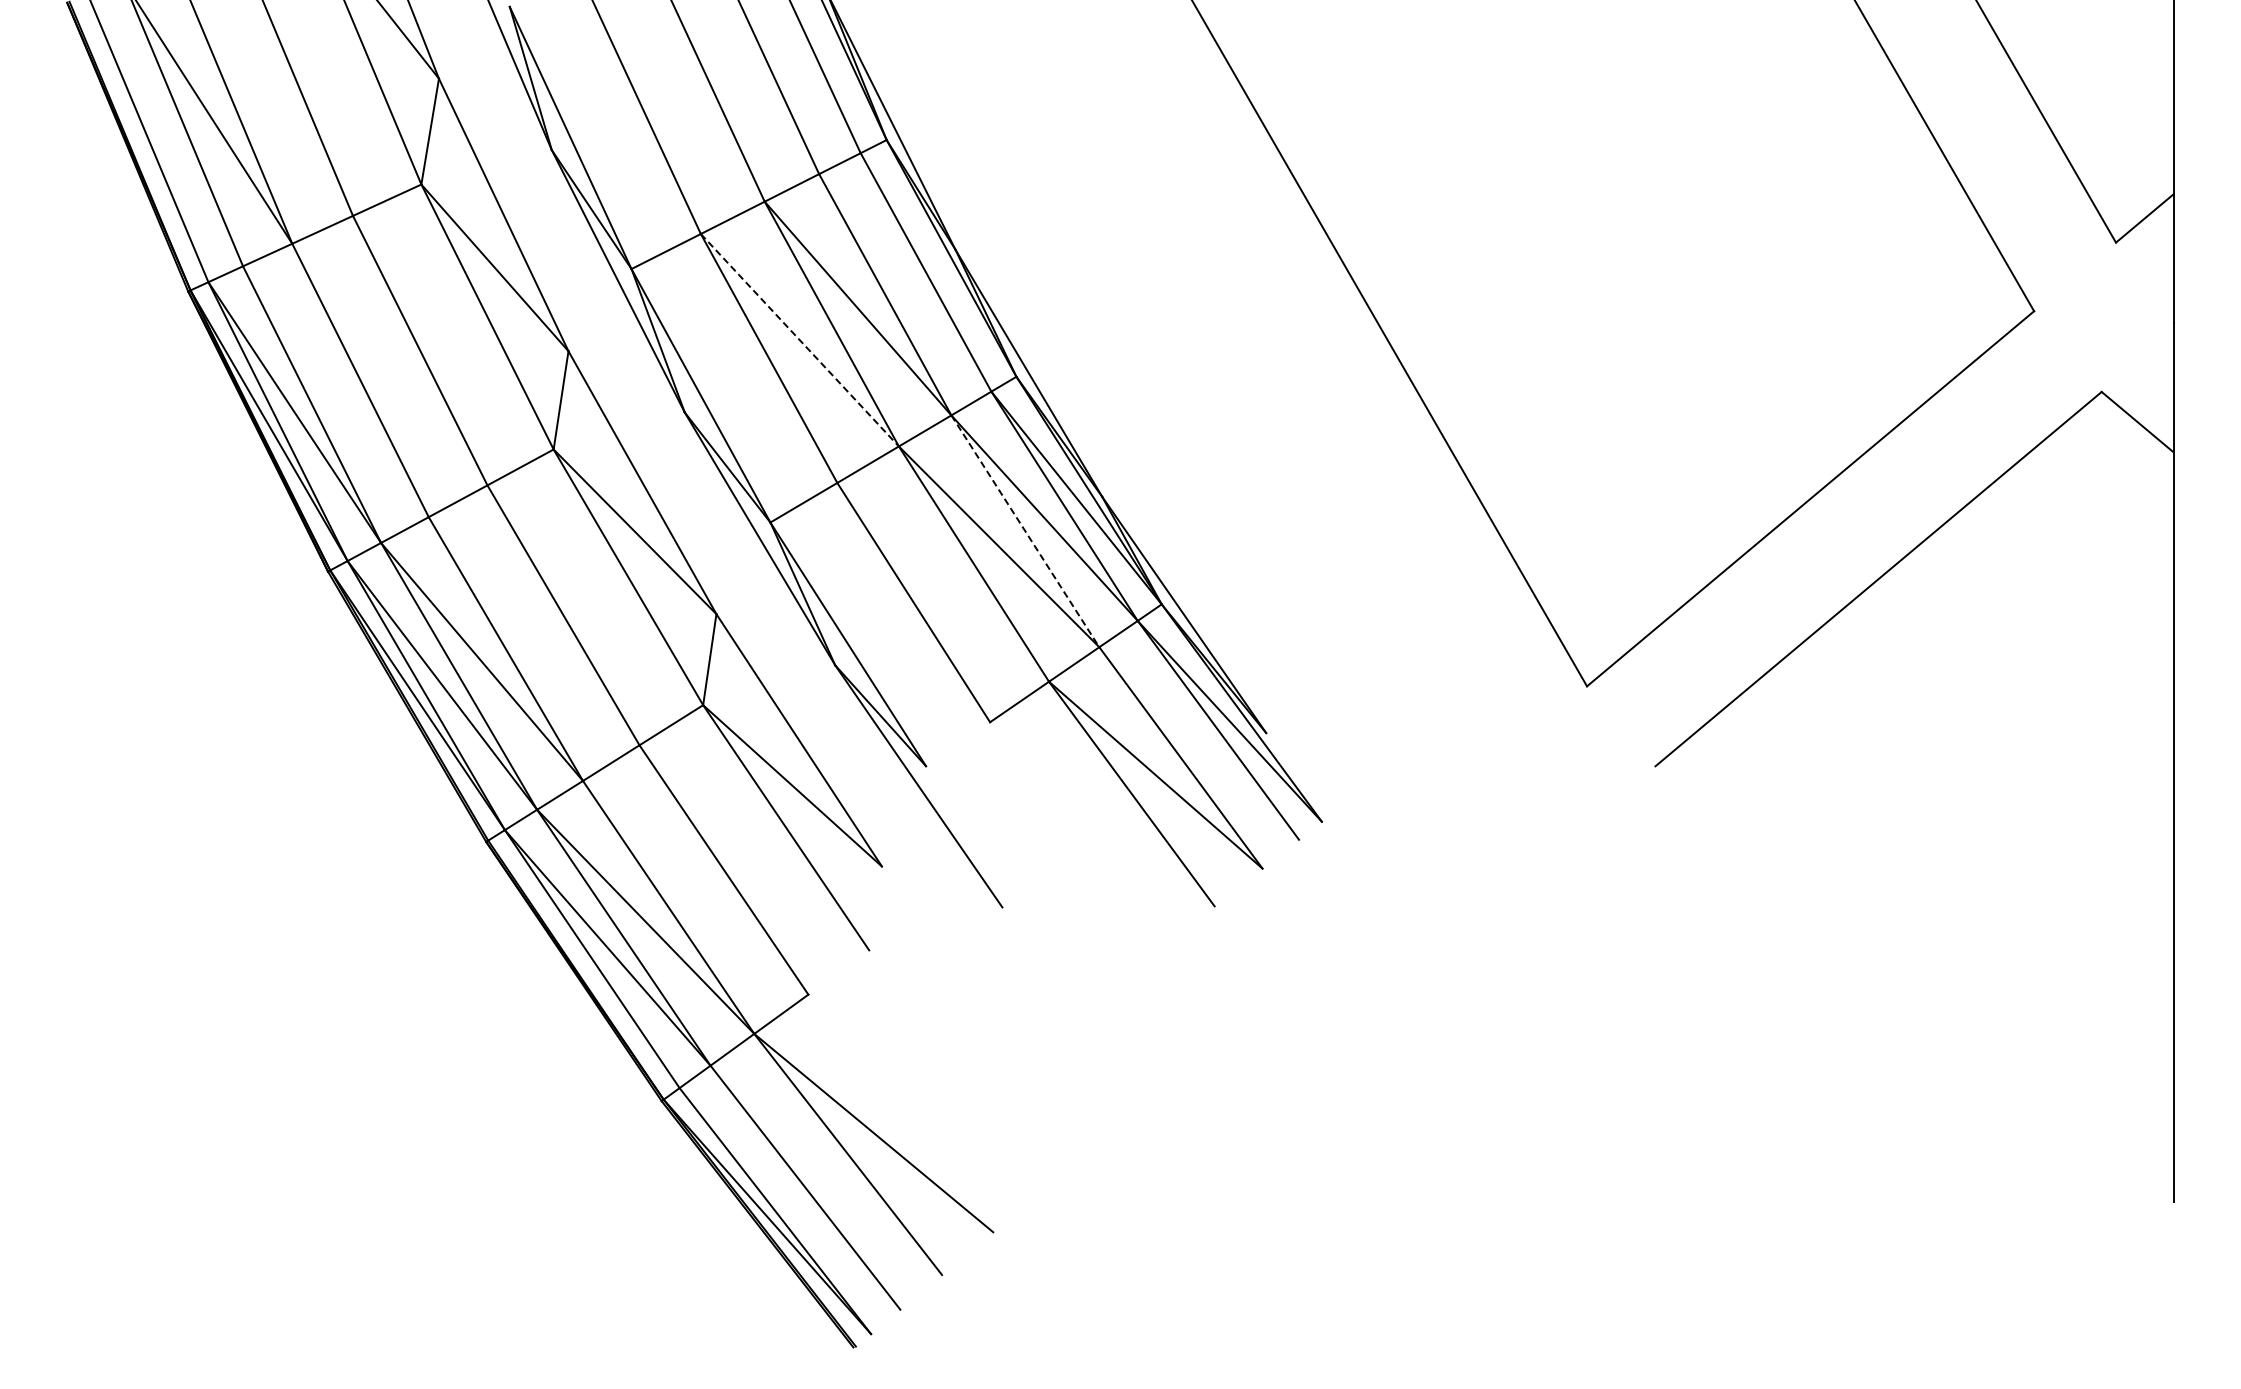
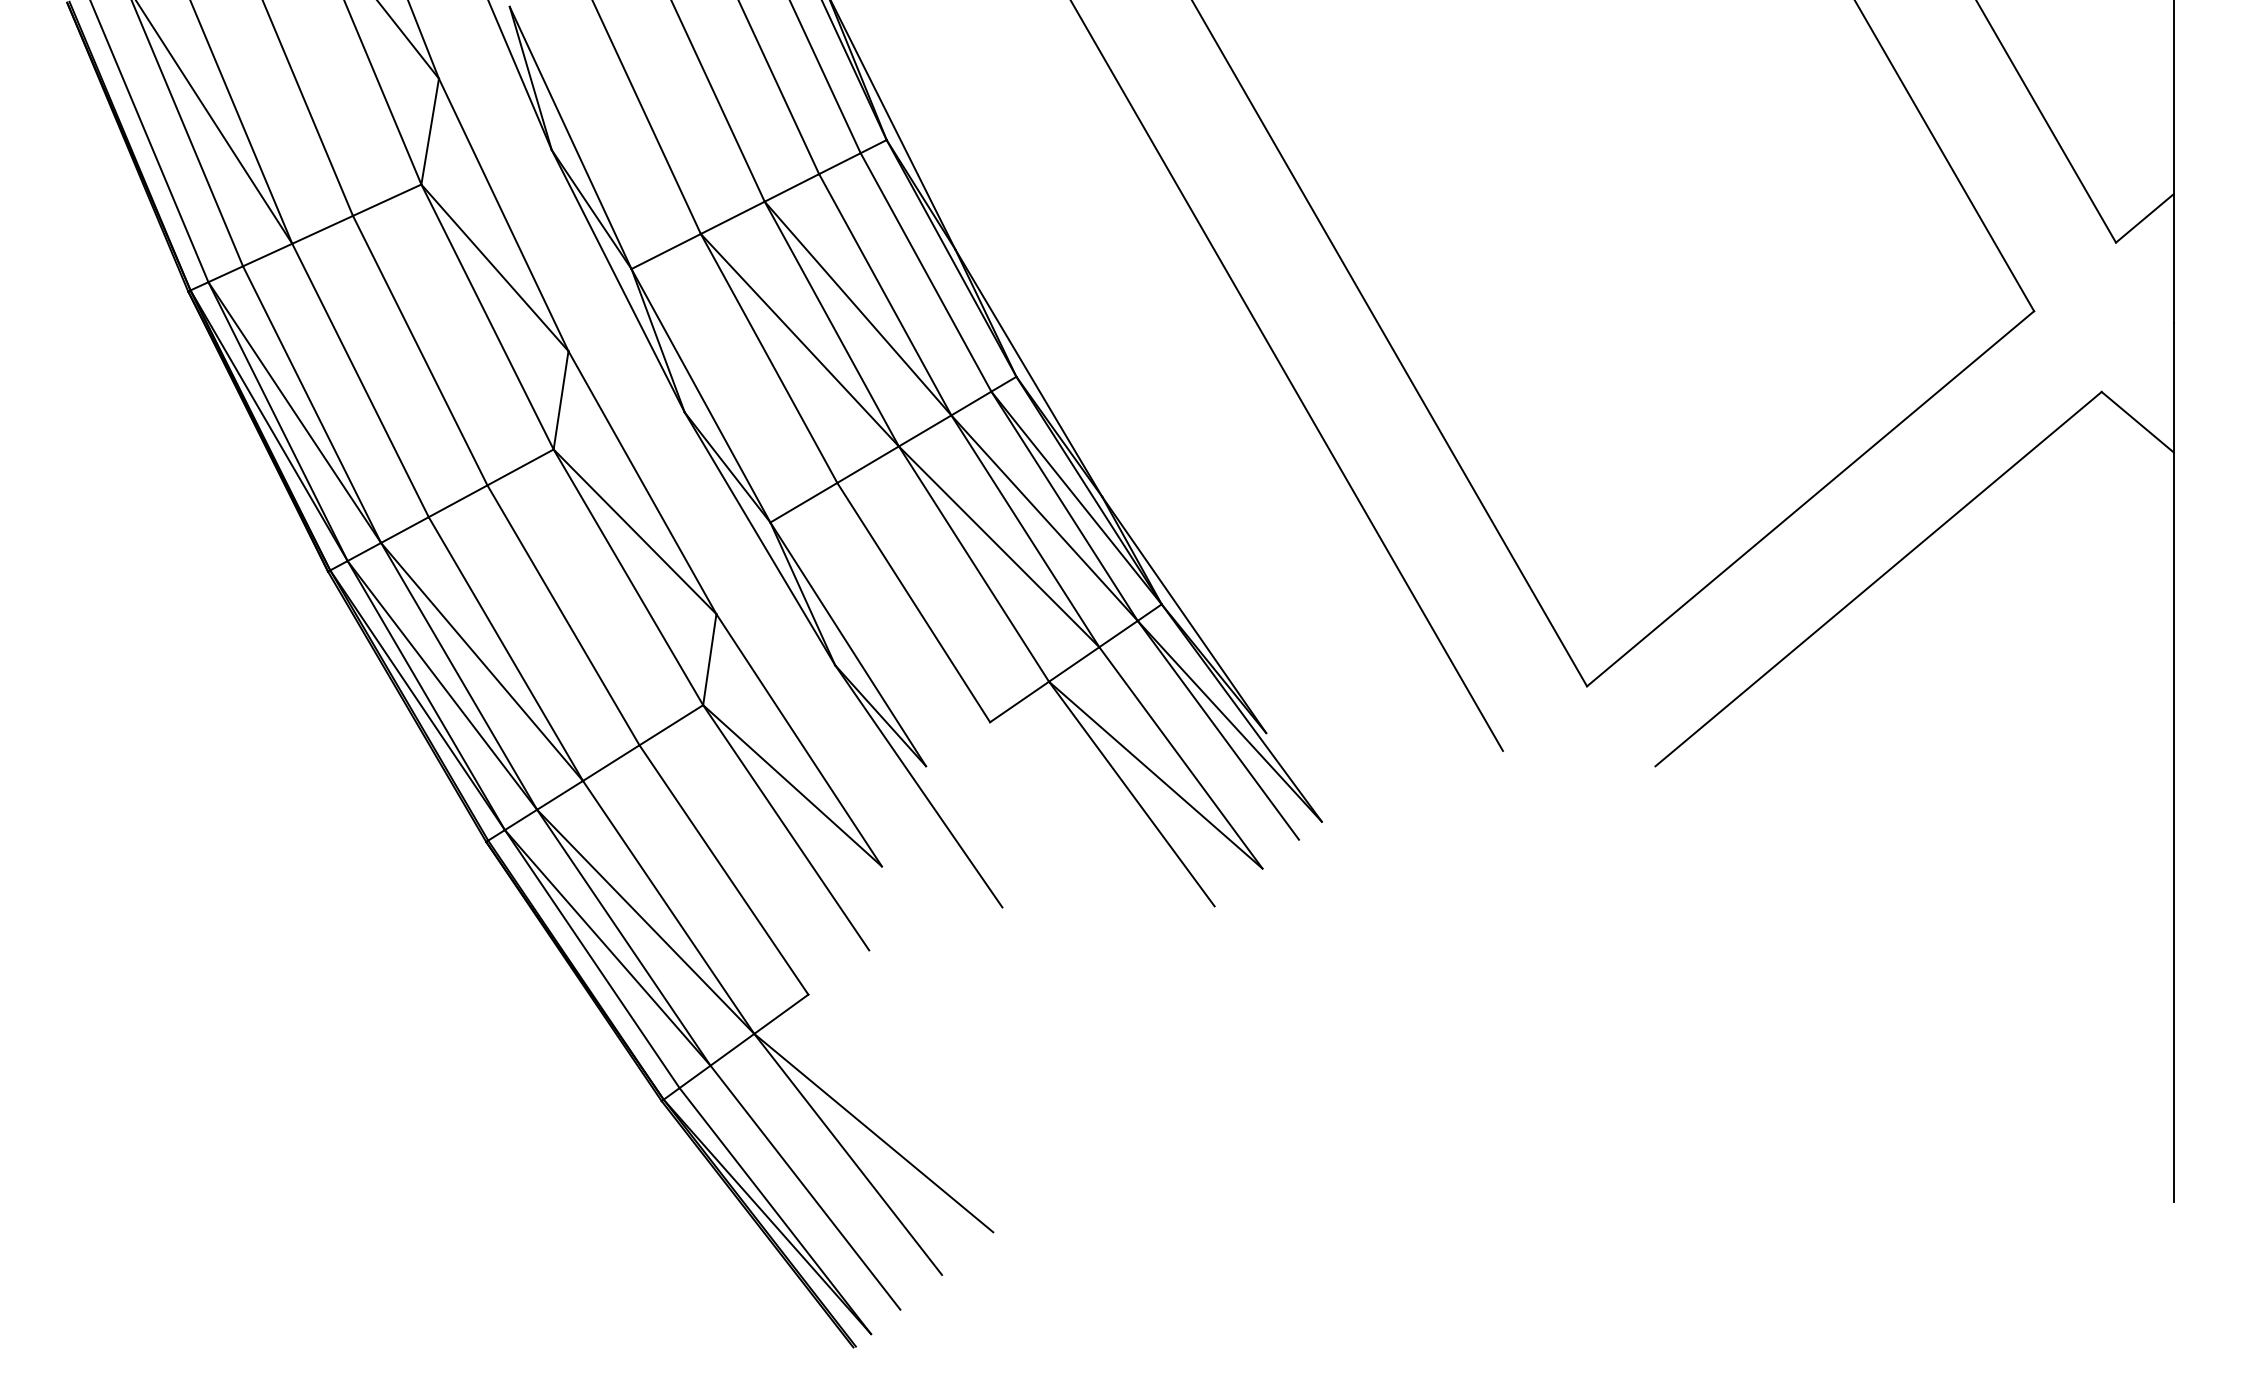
line at (800, 340): dashed -> solid
line at (1287, 376): none -> present
line at (1025, 531): dashed -> solid
